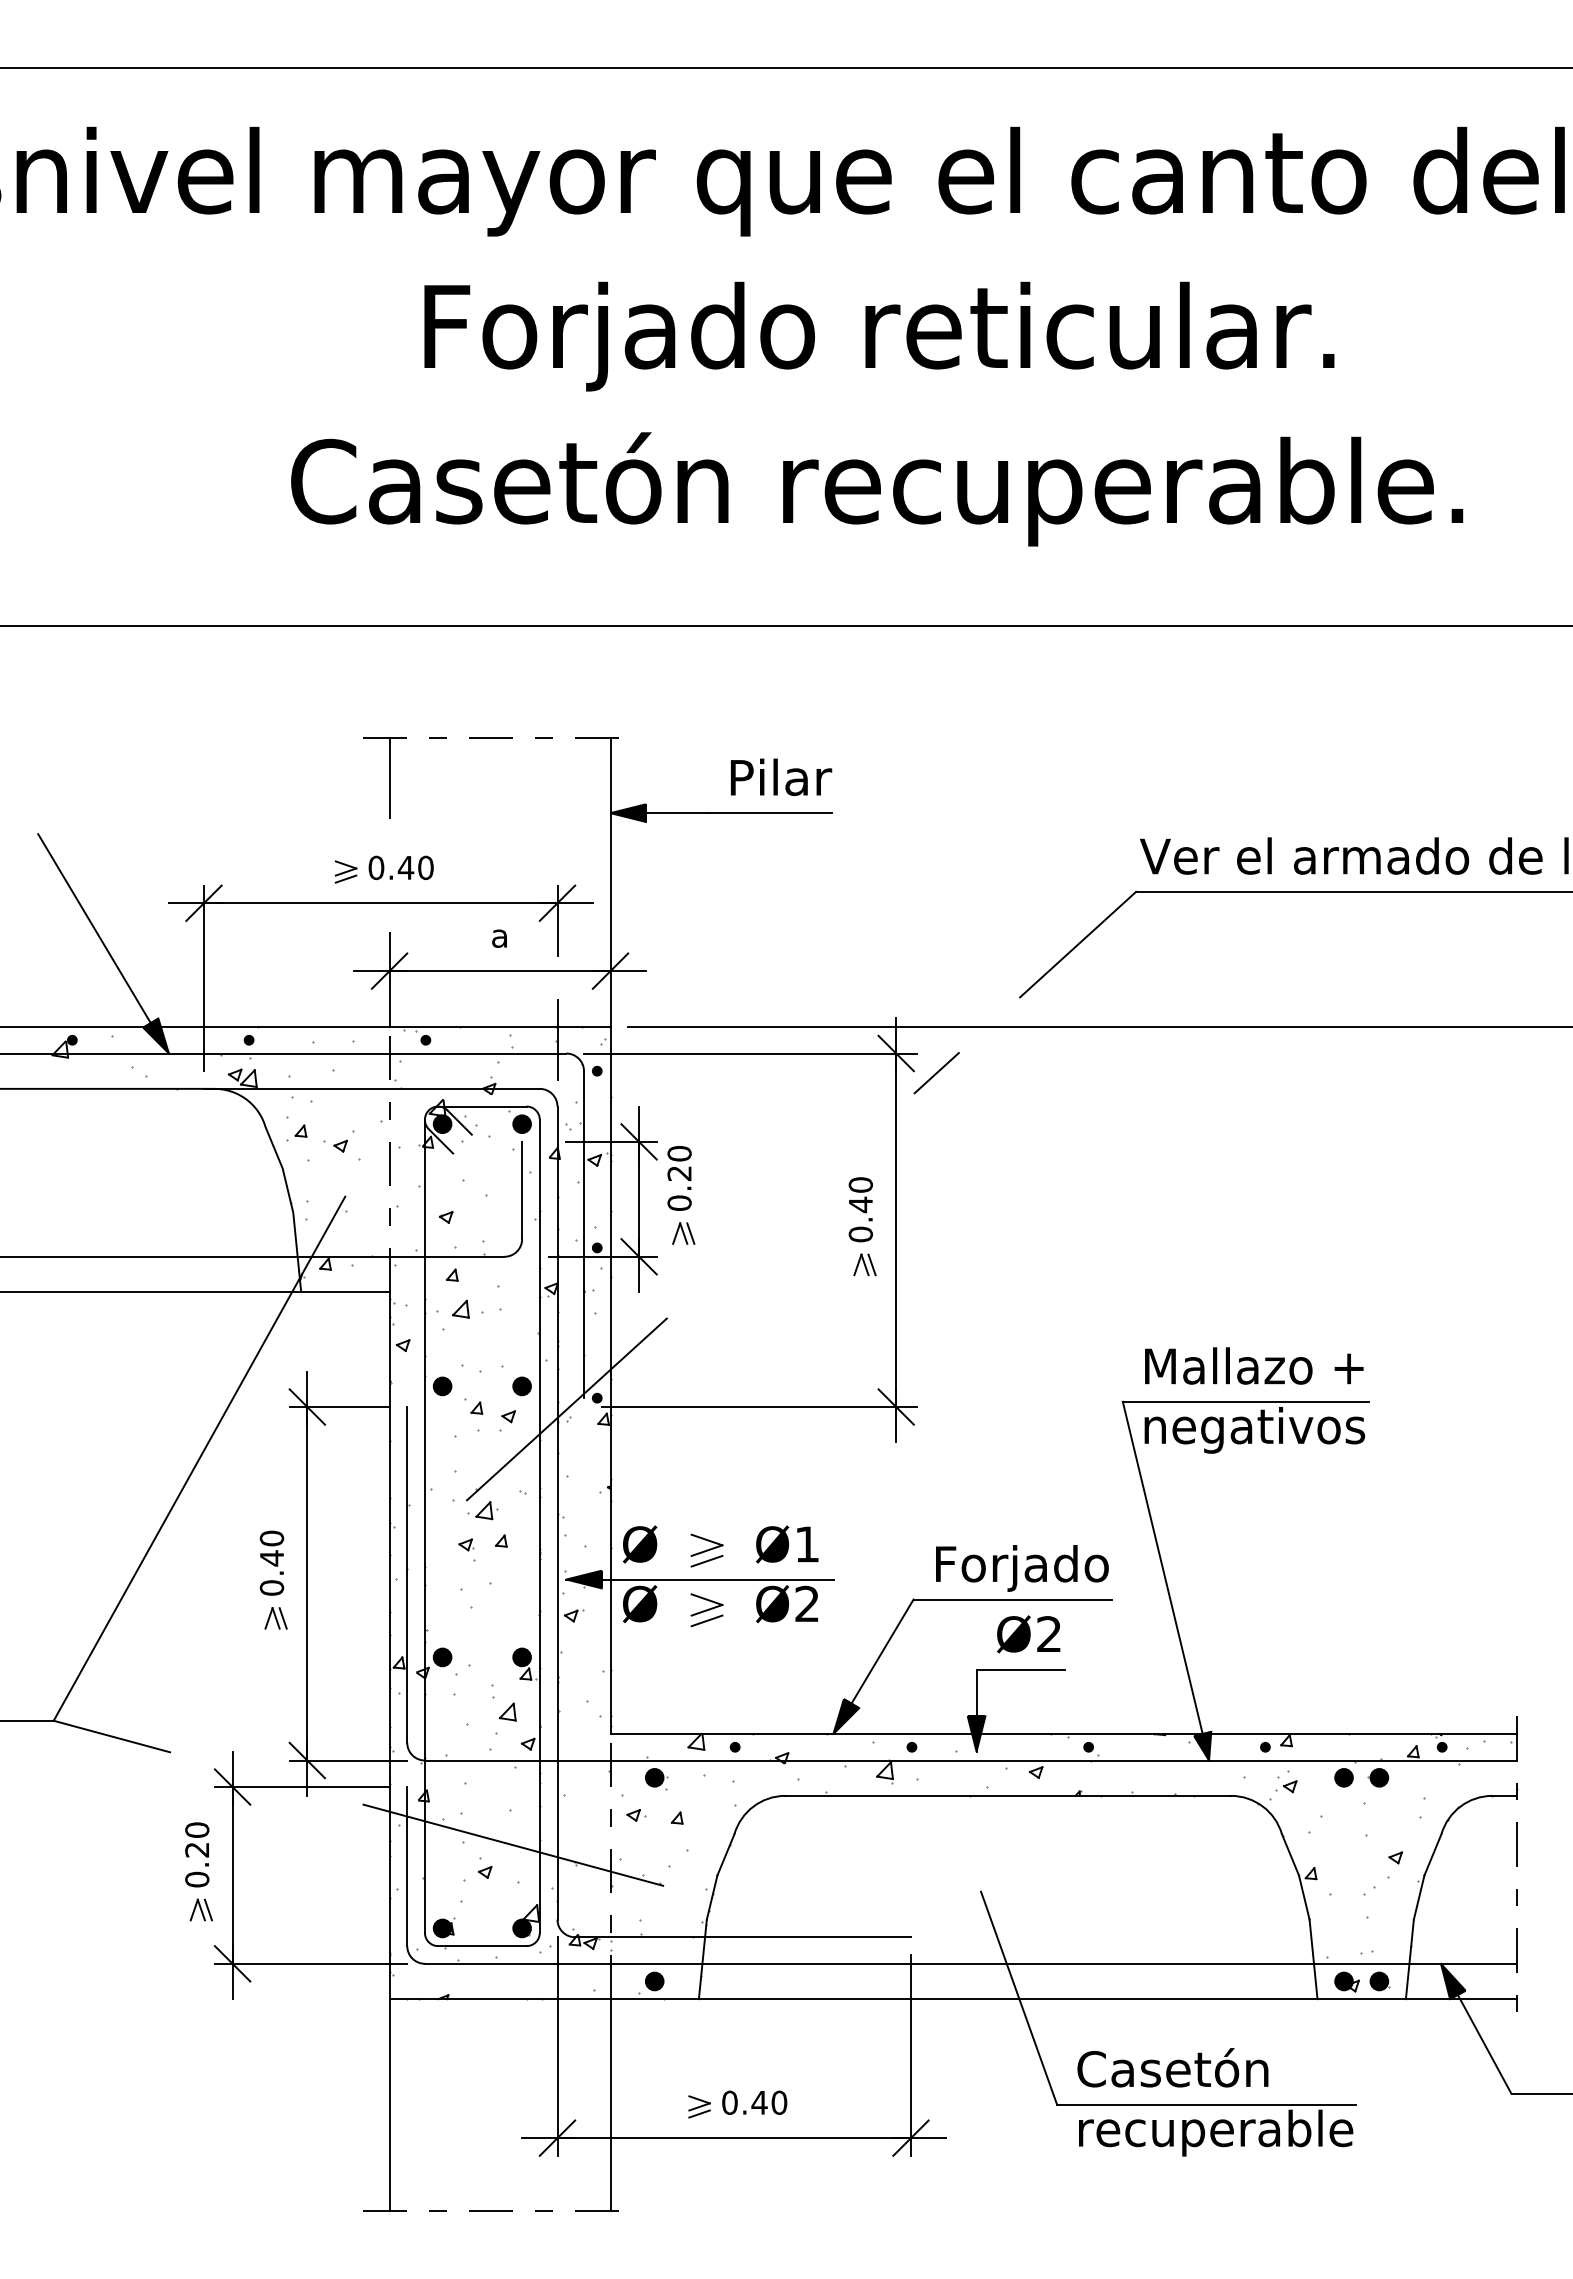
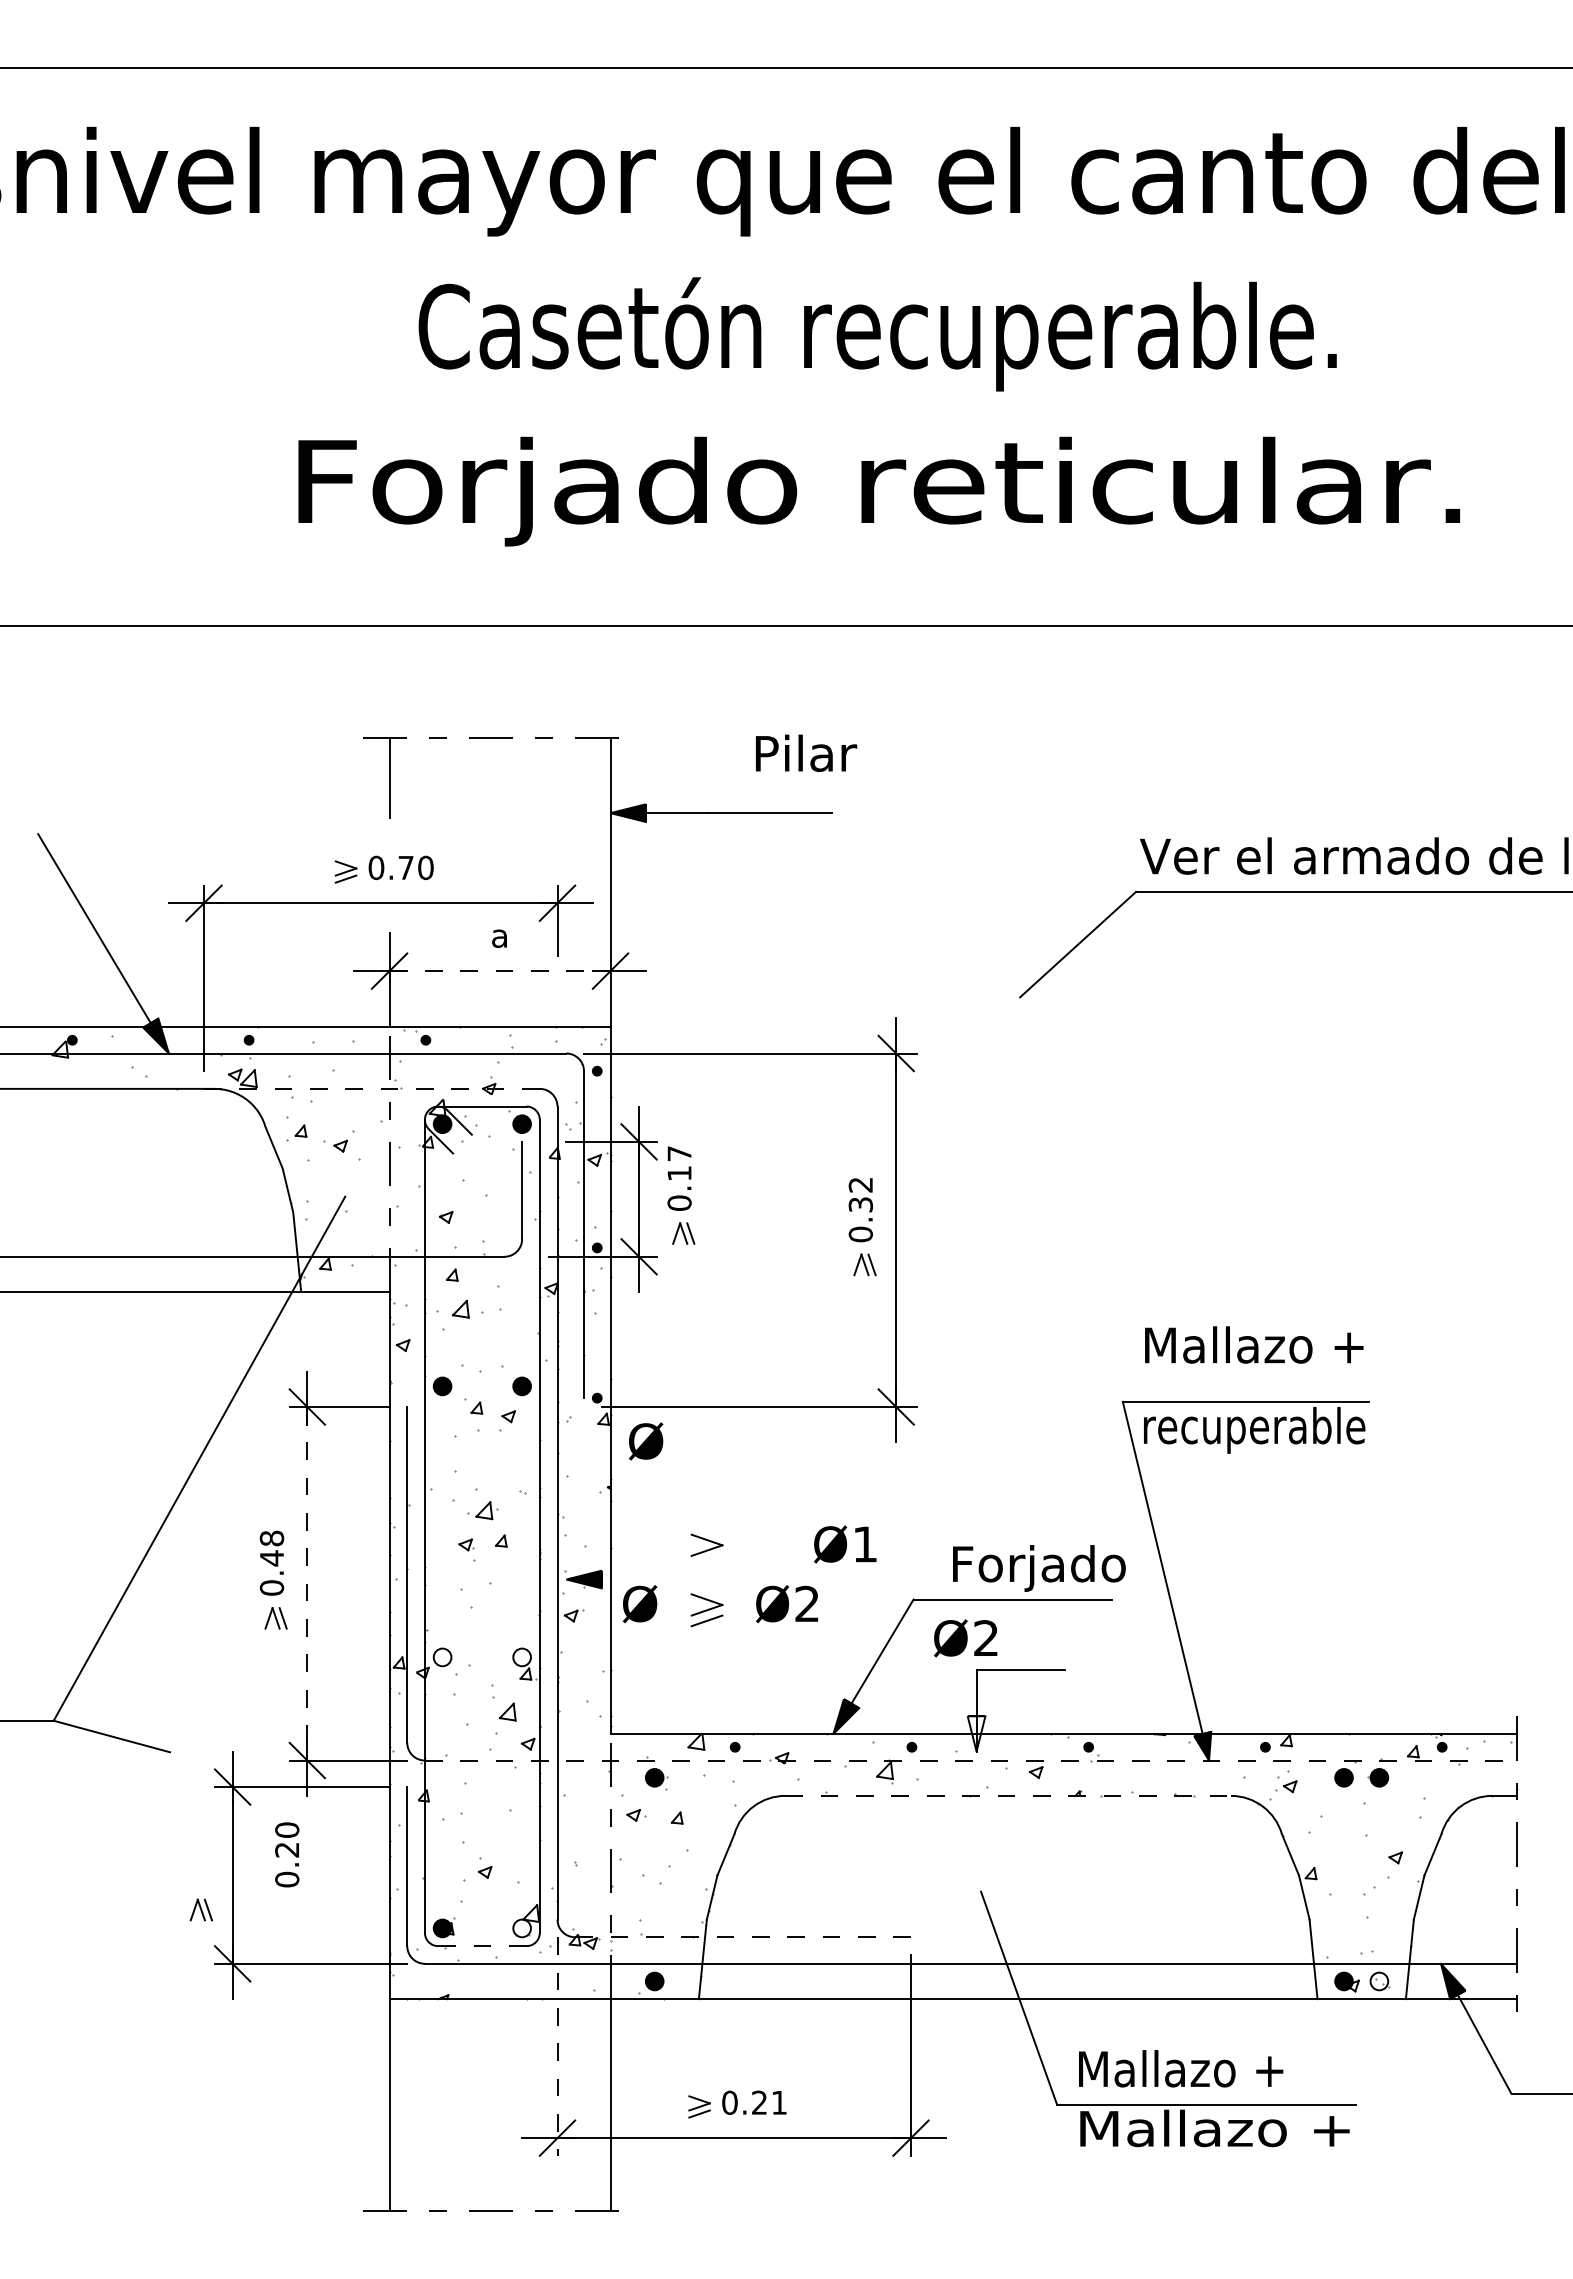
text at (877, 334): Forjado reticular. -> Casetón recuperable.
text at (877, 489): Casetón recuperable. -> Forjado reticular.
text at (781, 777) position: (781, 777) -> (806, 753)
text at (405, 867): 0.40 -> 0.70
line at (500, 971): solid -> dashed
line at (1098, 1027): present -> none
line at (557, 1039): present -> none
line at (936, 1073): present -> none
line at (371, 1088): solid -> dashed
text at (679, 1163): 0.20 -> 0.17
text at (860, 1195): 0.40 -> 0.32
text at (1254, 1365) position: (1254, 1365) -> (1254, 1344)
line at (566, 1409): present -> none
text at (1254, 1430): negativos -> recuperable
text at (271, 1538): 0.40 -> 0.48
text at (639, 1544) position: (639, 1544) -> (645, 1441)
text at (787, 1544) position: (787, 1544) -> (845, 1544)
line at (706, 1560): present -> none
text at (1022, 1568) position: (1022, 1568) -> (1039, 1568)
line at (699, 1579): present -> none
line at (307, 1583): solid -> dashed
text at (1028, 1634) position: (1028, 1634) -> (965, 1638)
fill at (442, 1657): present -> none
fill at (521, 1657): present -> none
fill at (976, 1733): present -> none
line at (971, 1760): solid -> dashed
line at (1008, 1795): solid -> dashed
line at (513, 1844): present -> none
text at (197, 1854) position: (197, 1854) -> (287, 1854)
fill at (521, 1928): present -> none
line at (743, 1937): solid -> dashed
line at (482, 1946): solid -> dashed
fill at (1379, 1981): present -> none
line at (557, 2047): solid -> dashed
text at (1180, 2067): Casetón -> Mallazo +
text at (769, 2102): 0.40 -> 0.21
text at (1216, 2132): recuperable -> Mallazo +
